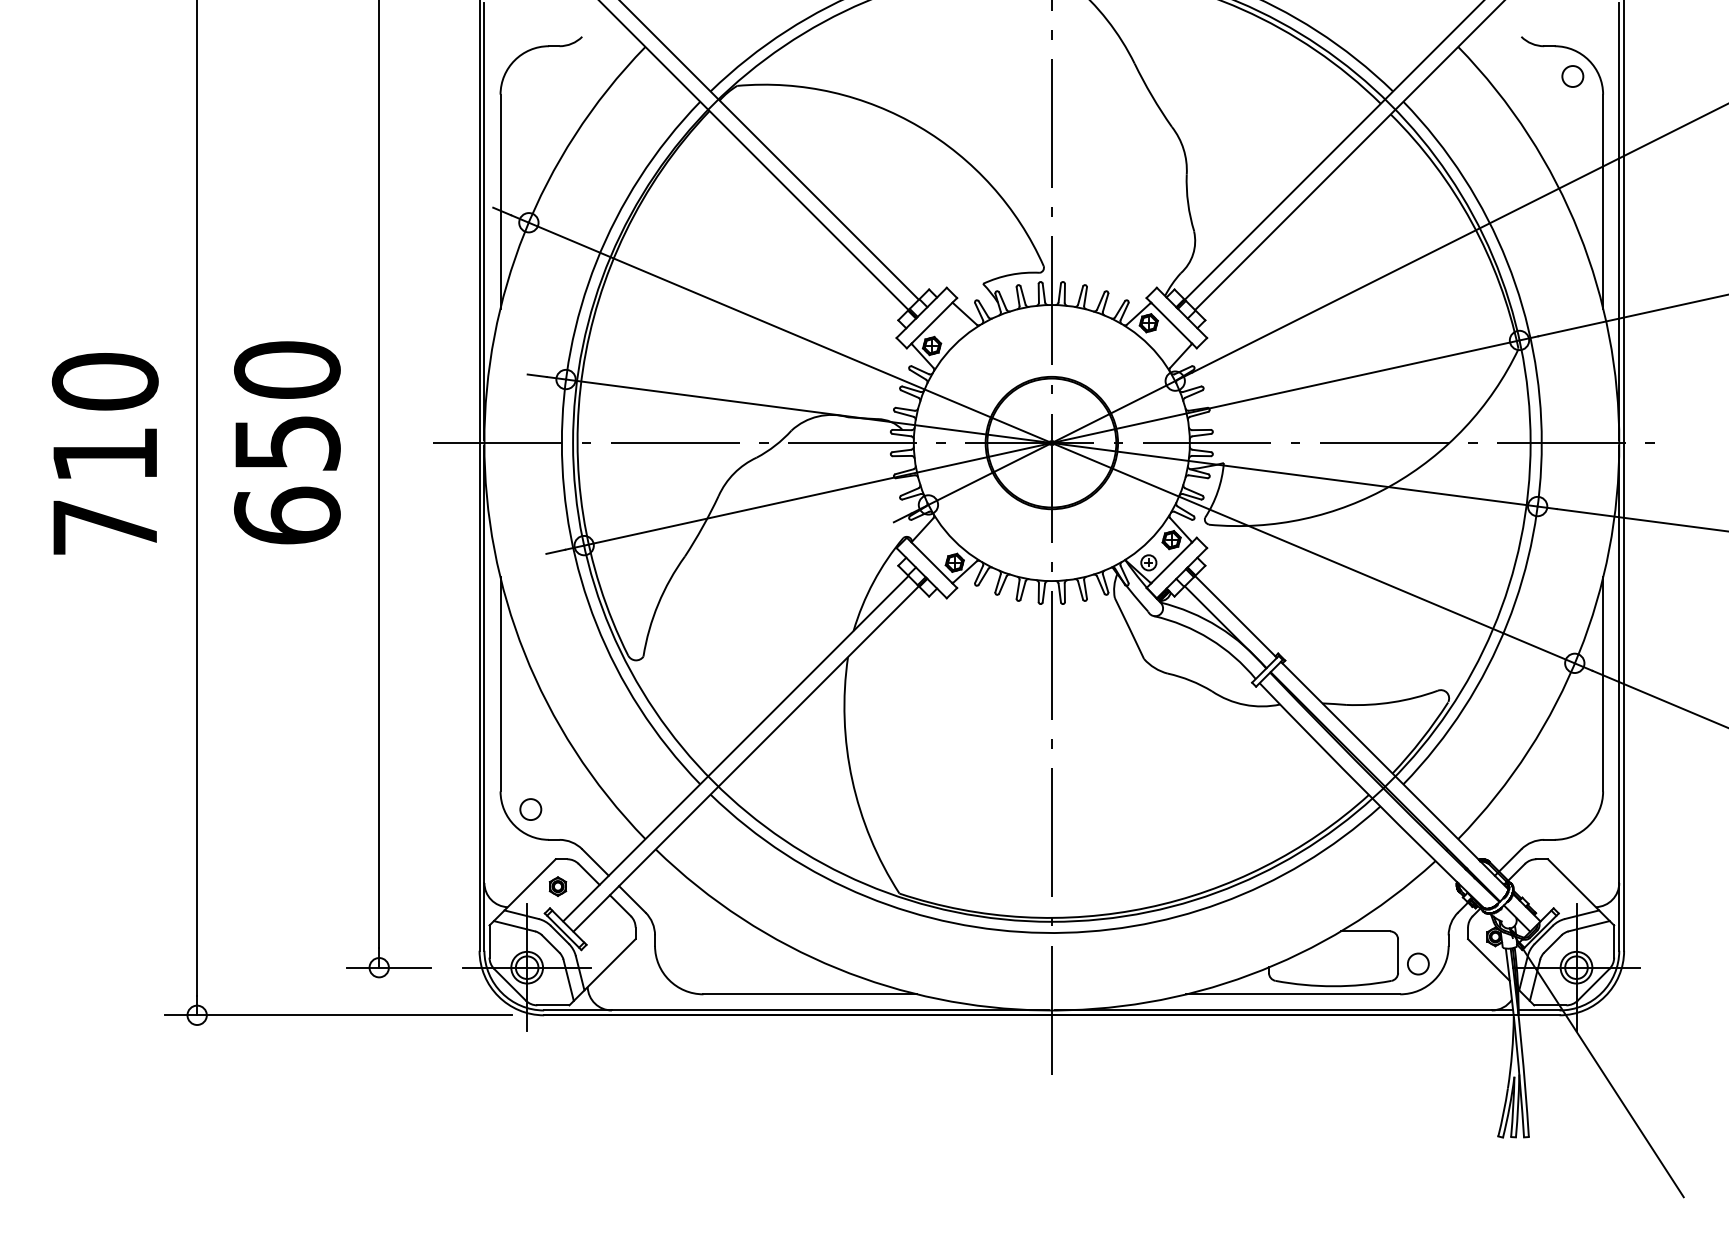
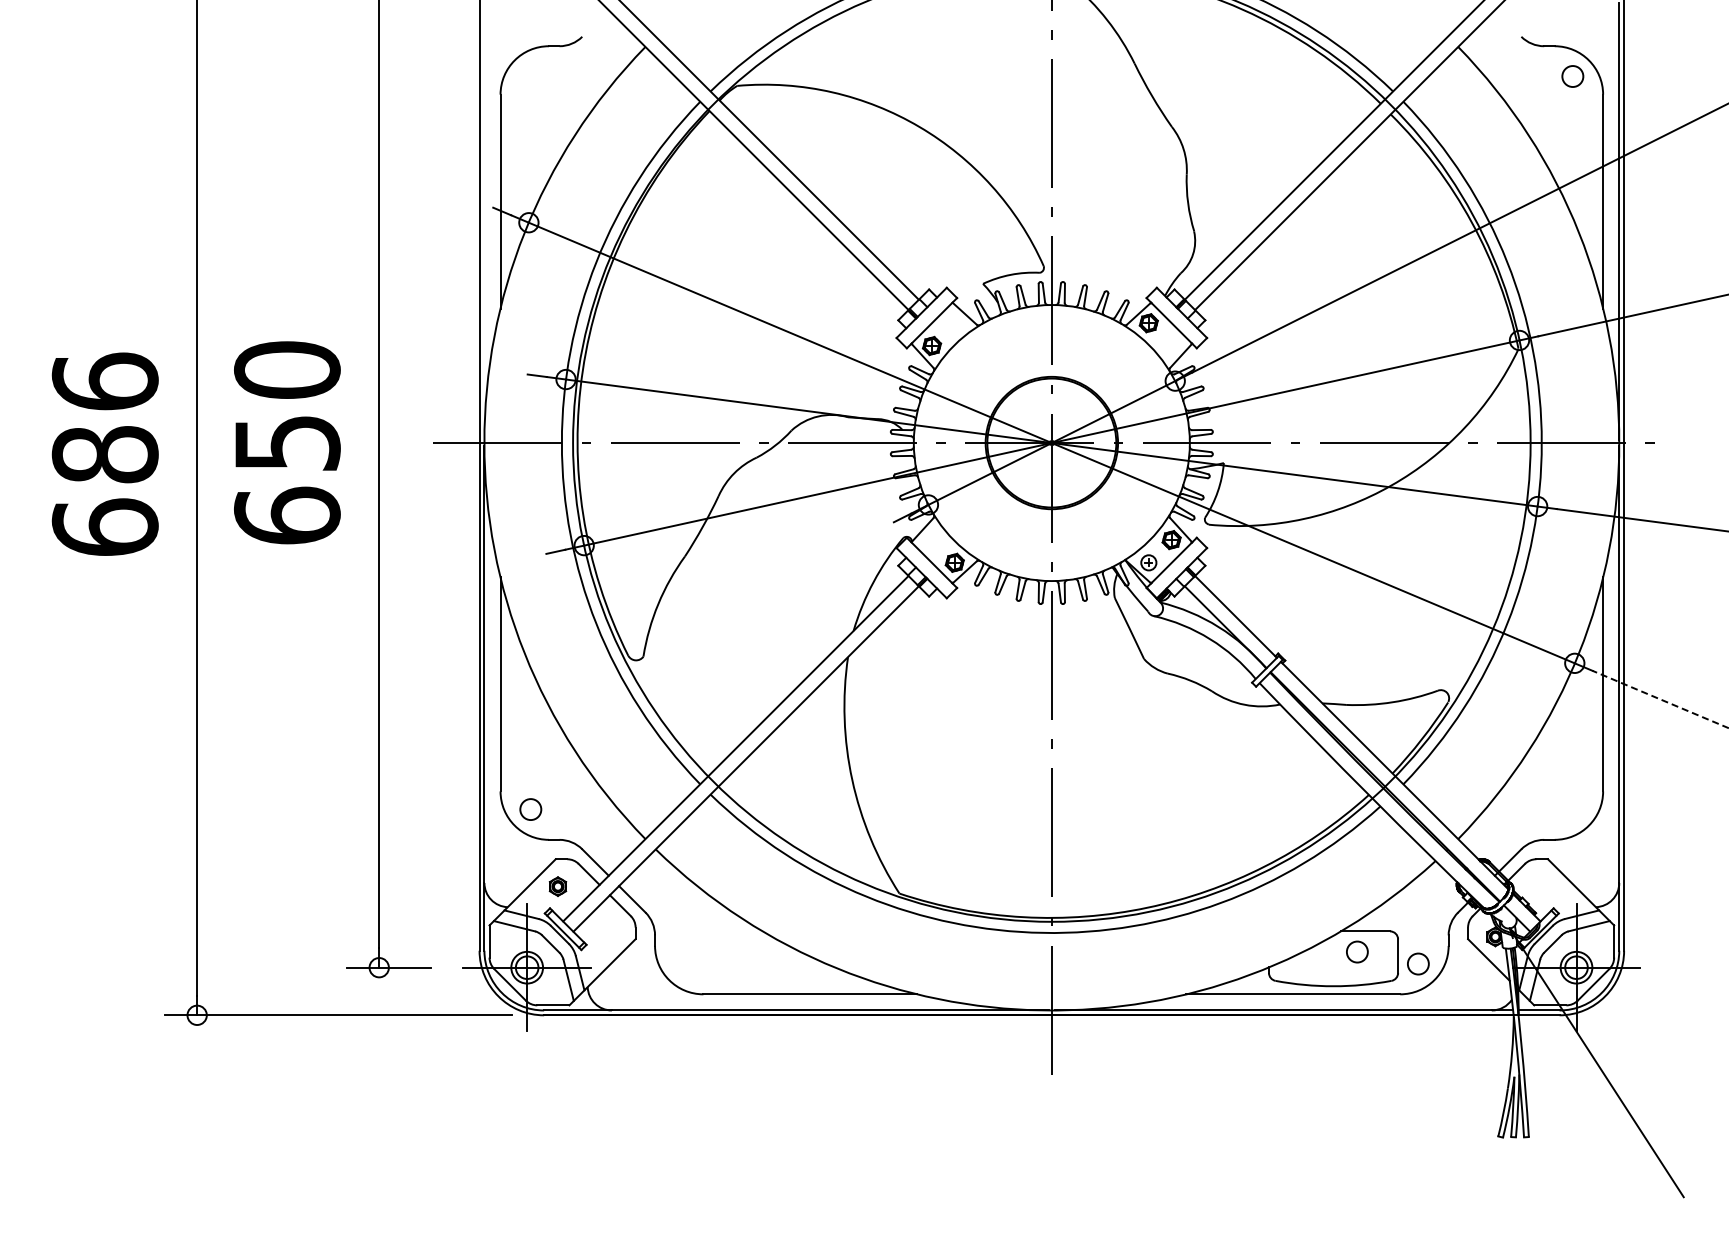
line at (484, 221): present -> none
text at (104, 453): 710 -> 686
line at (1660, 699): solid -> dashed
circle at (1357, 951): none -> present
